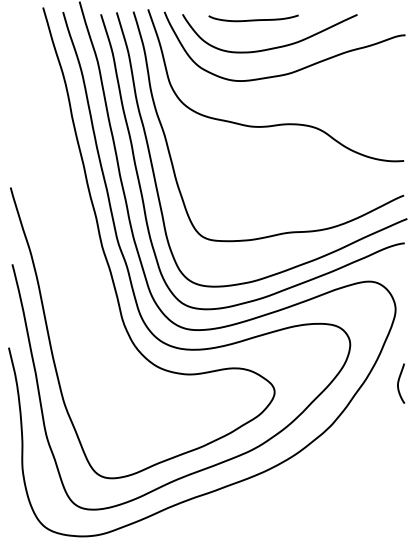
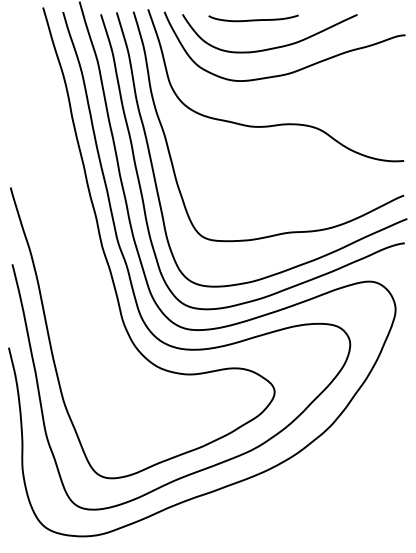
curve at (399, 382): present -> none
